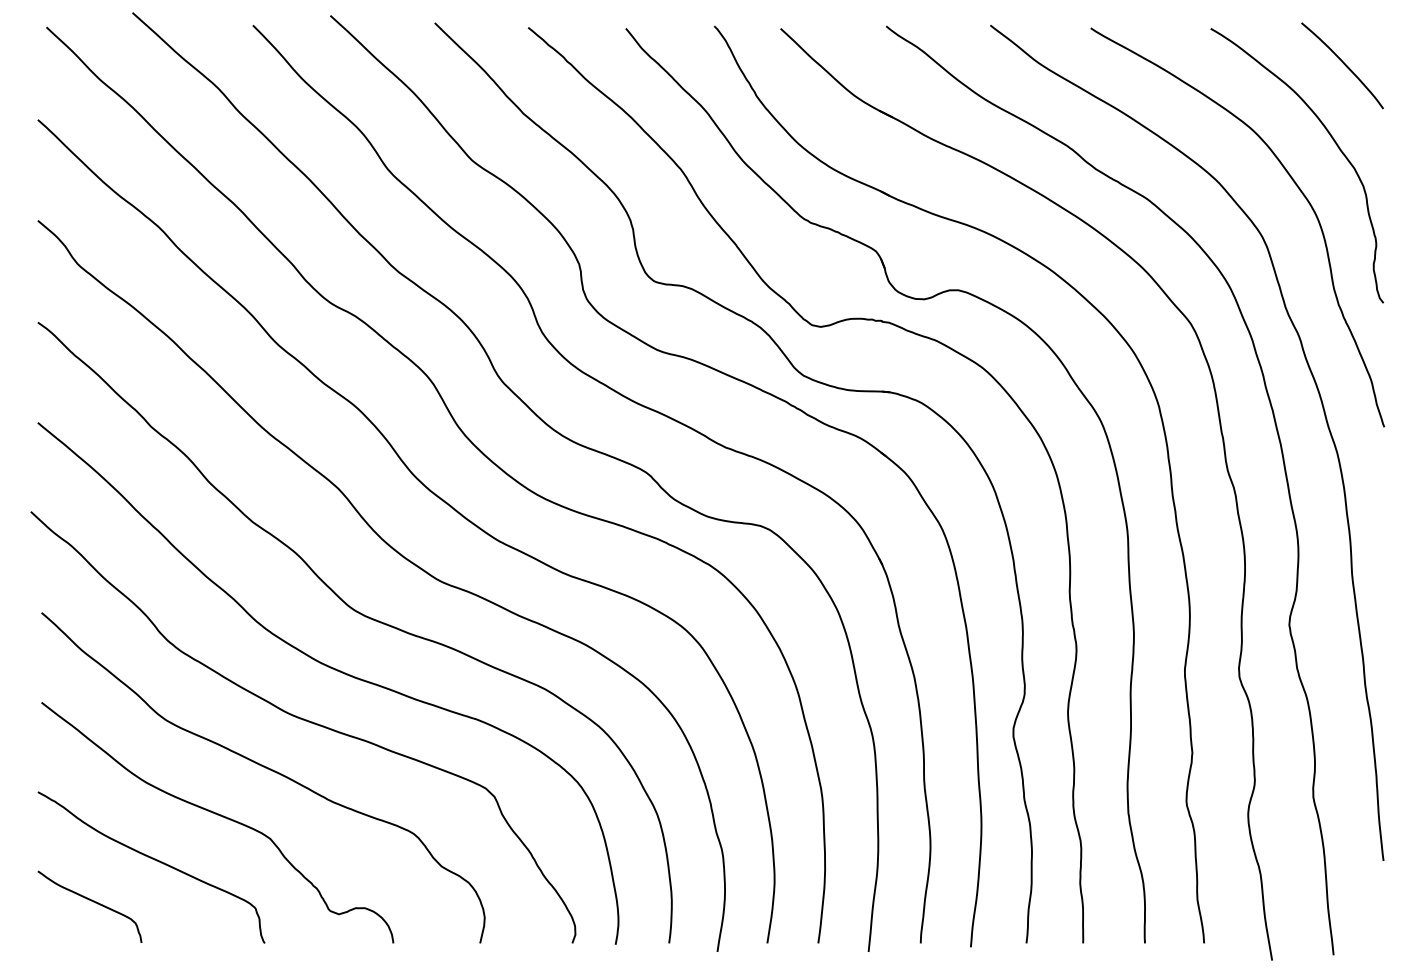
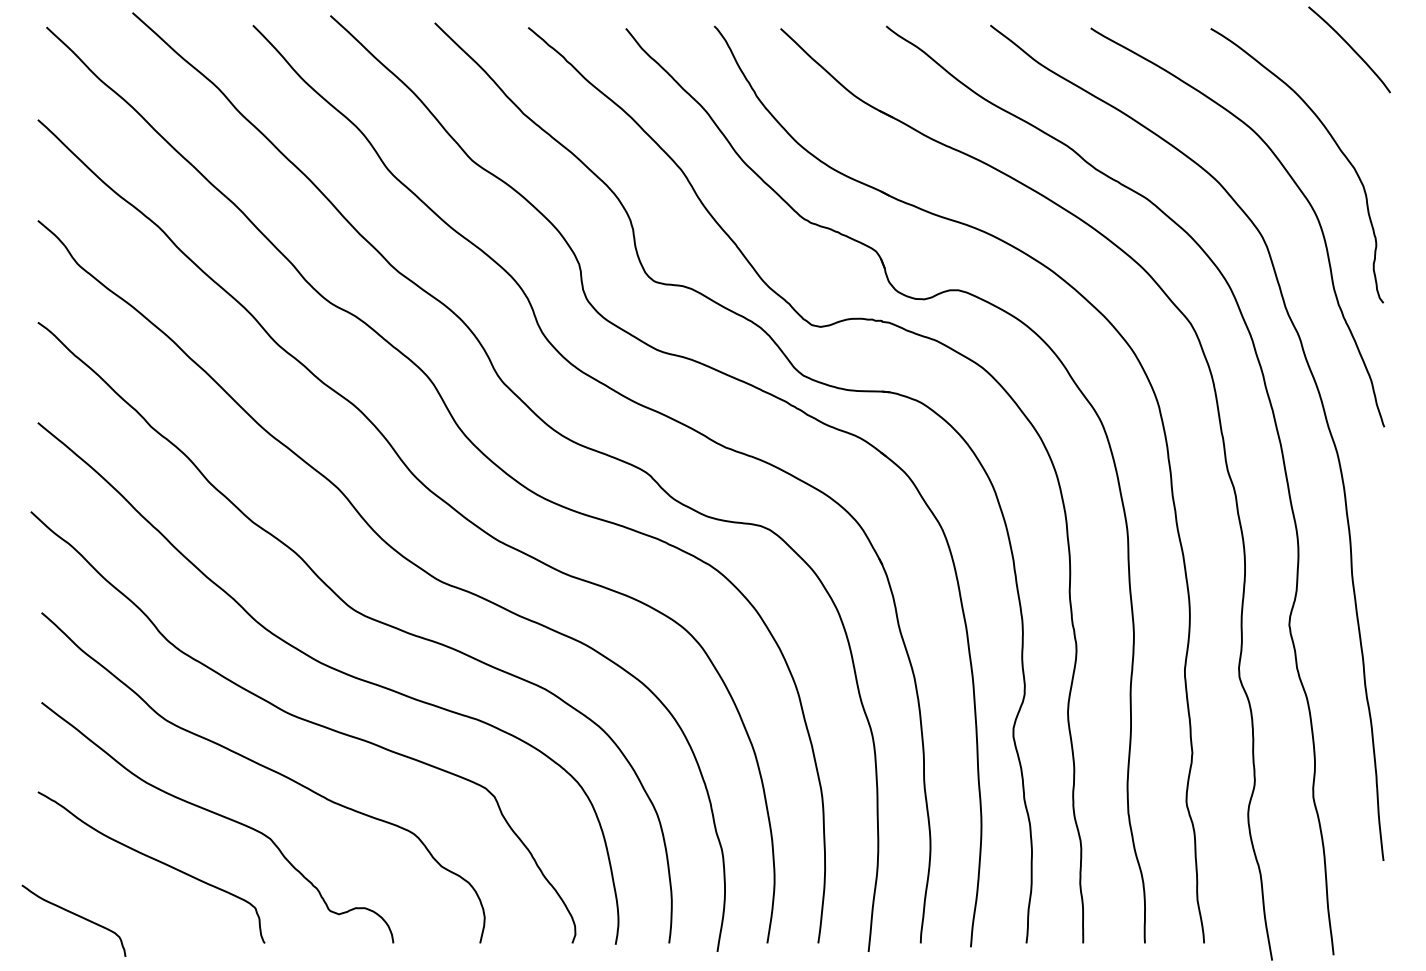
curve at (1343, 64) position: (1343, 64) -> (1350, 48)
curve at (91, 901) position: (91, 901) -> (75, 915)
